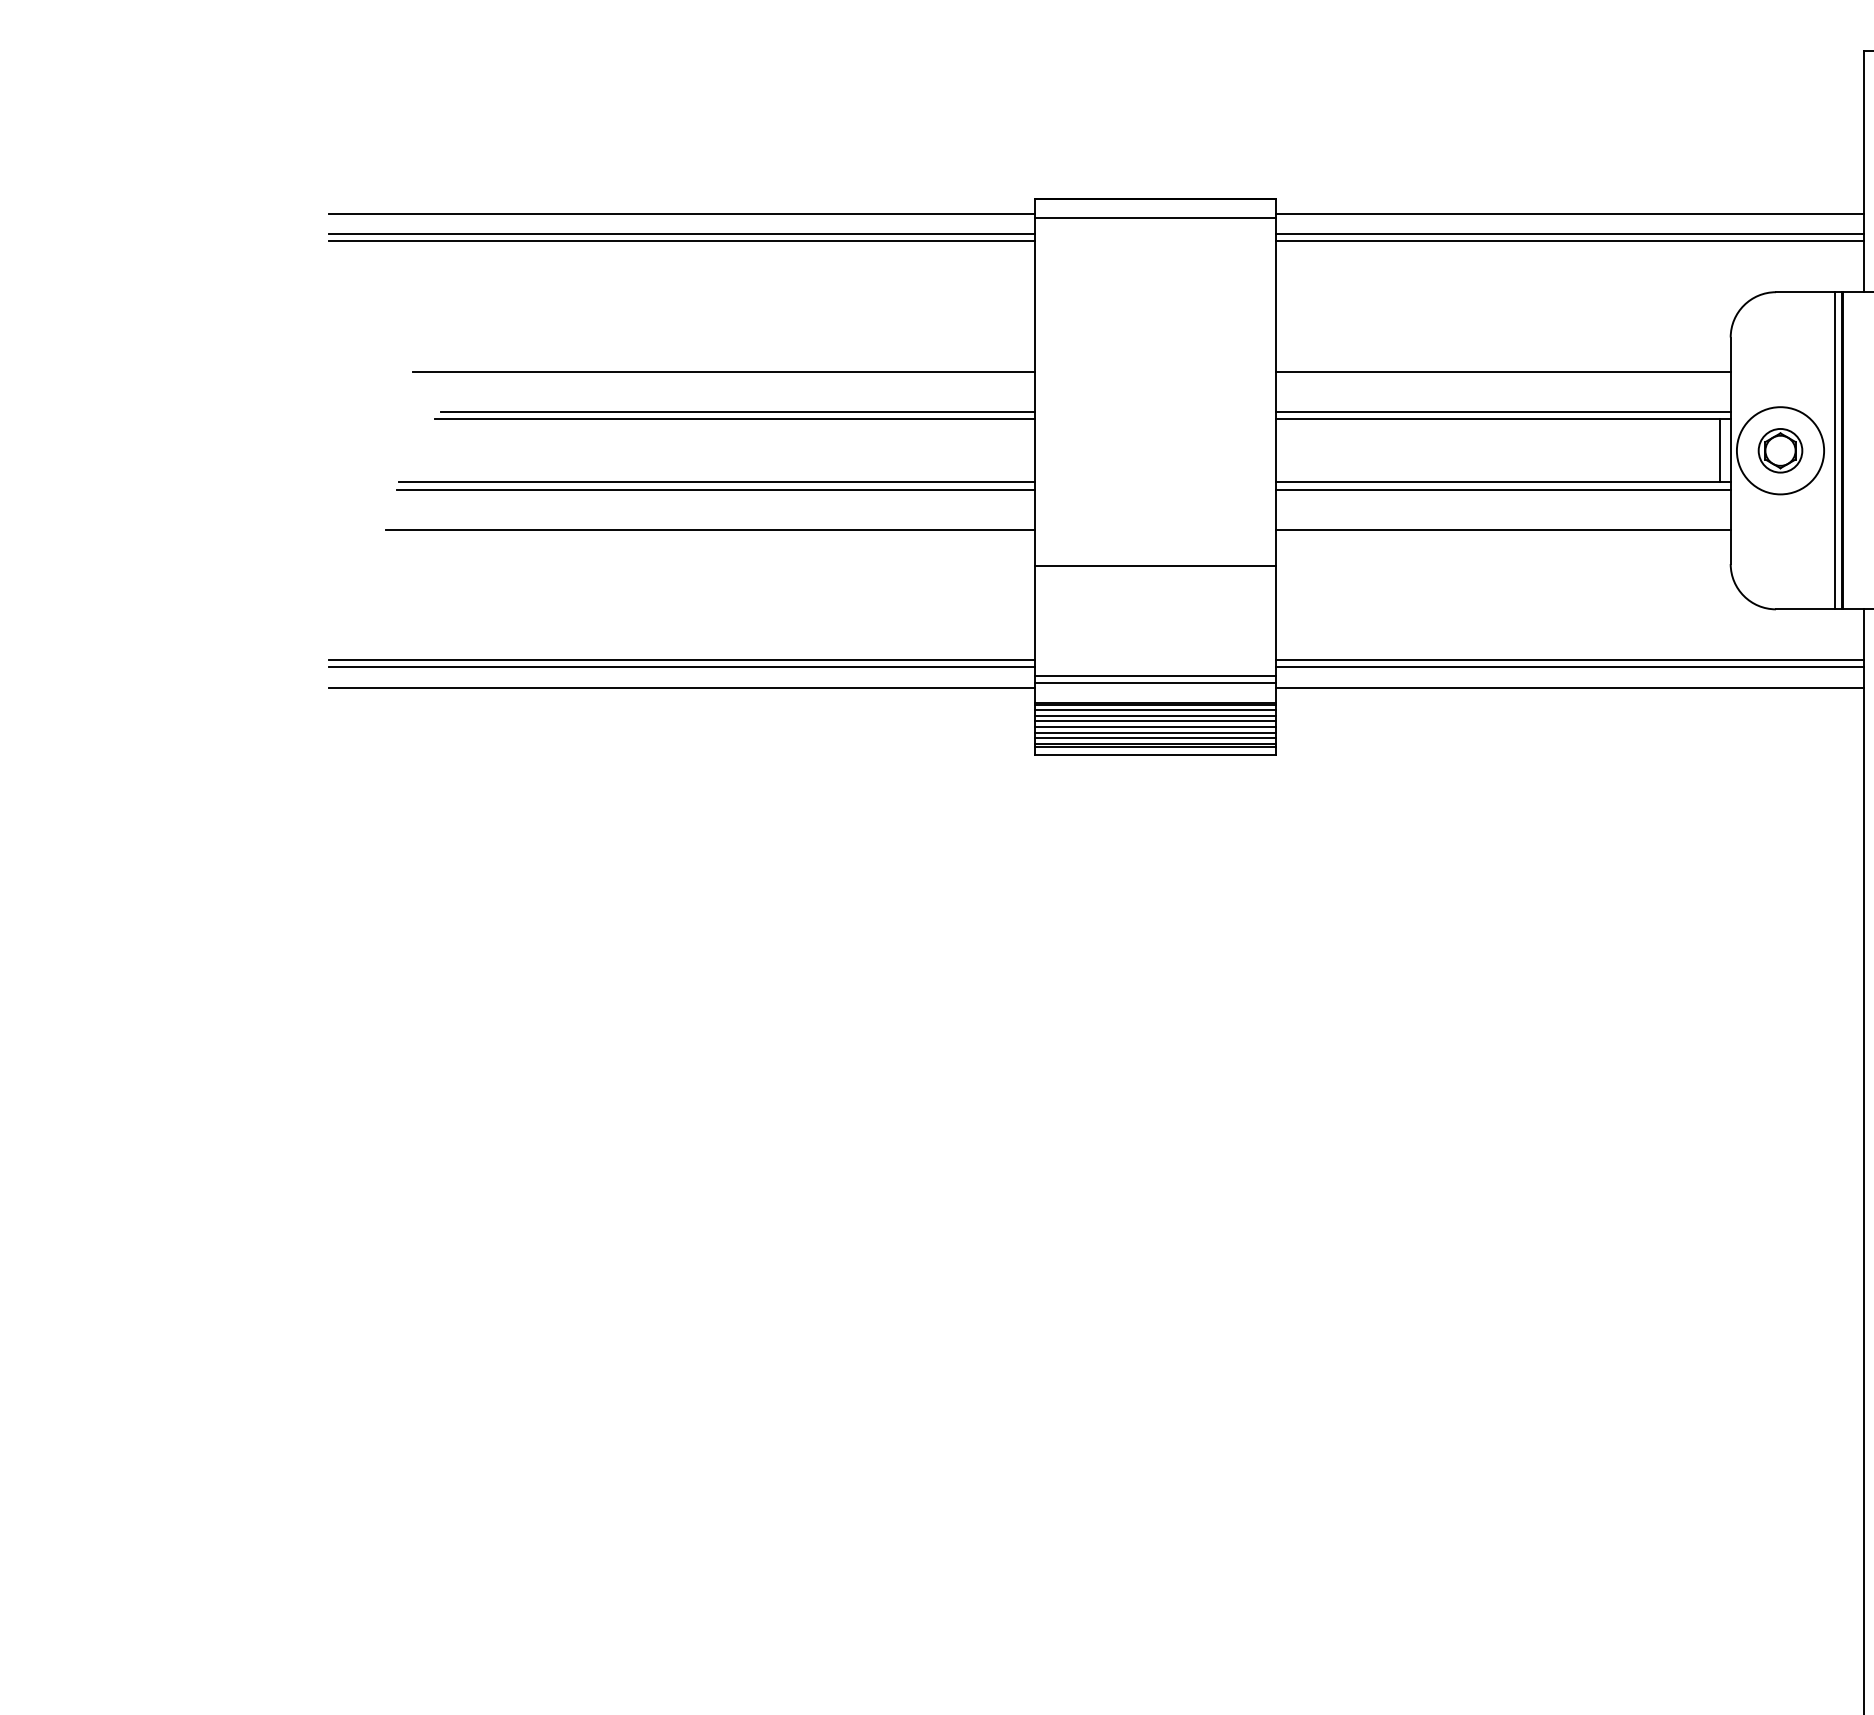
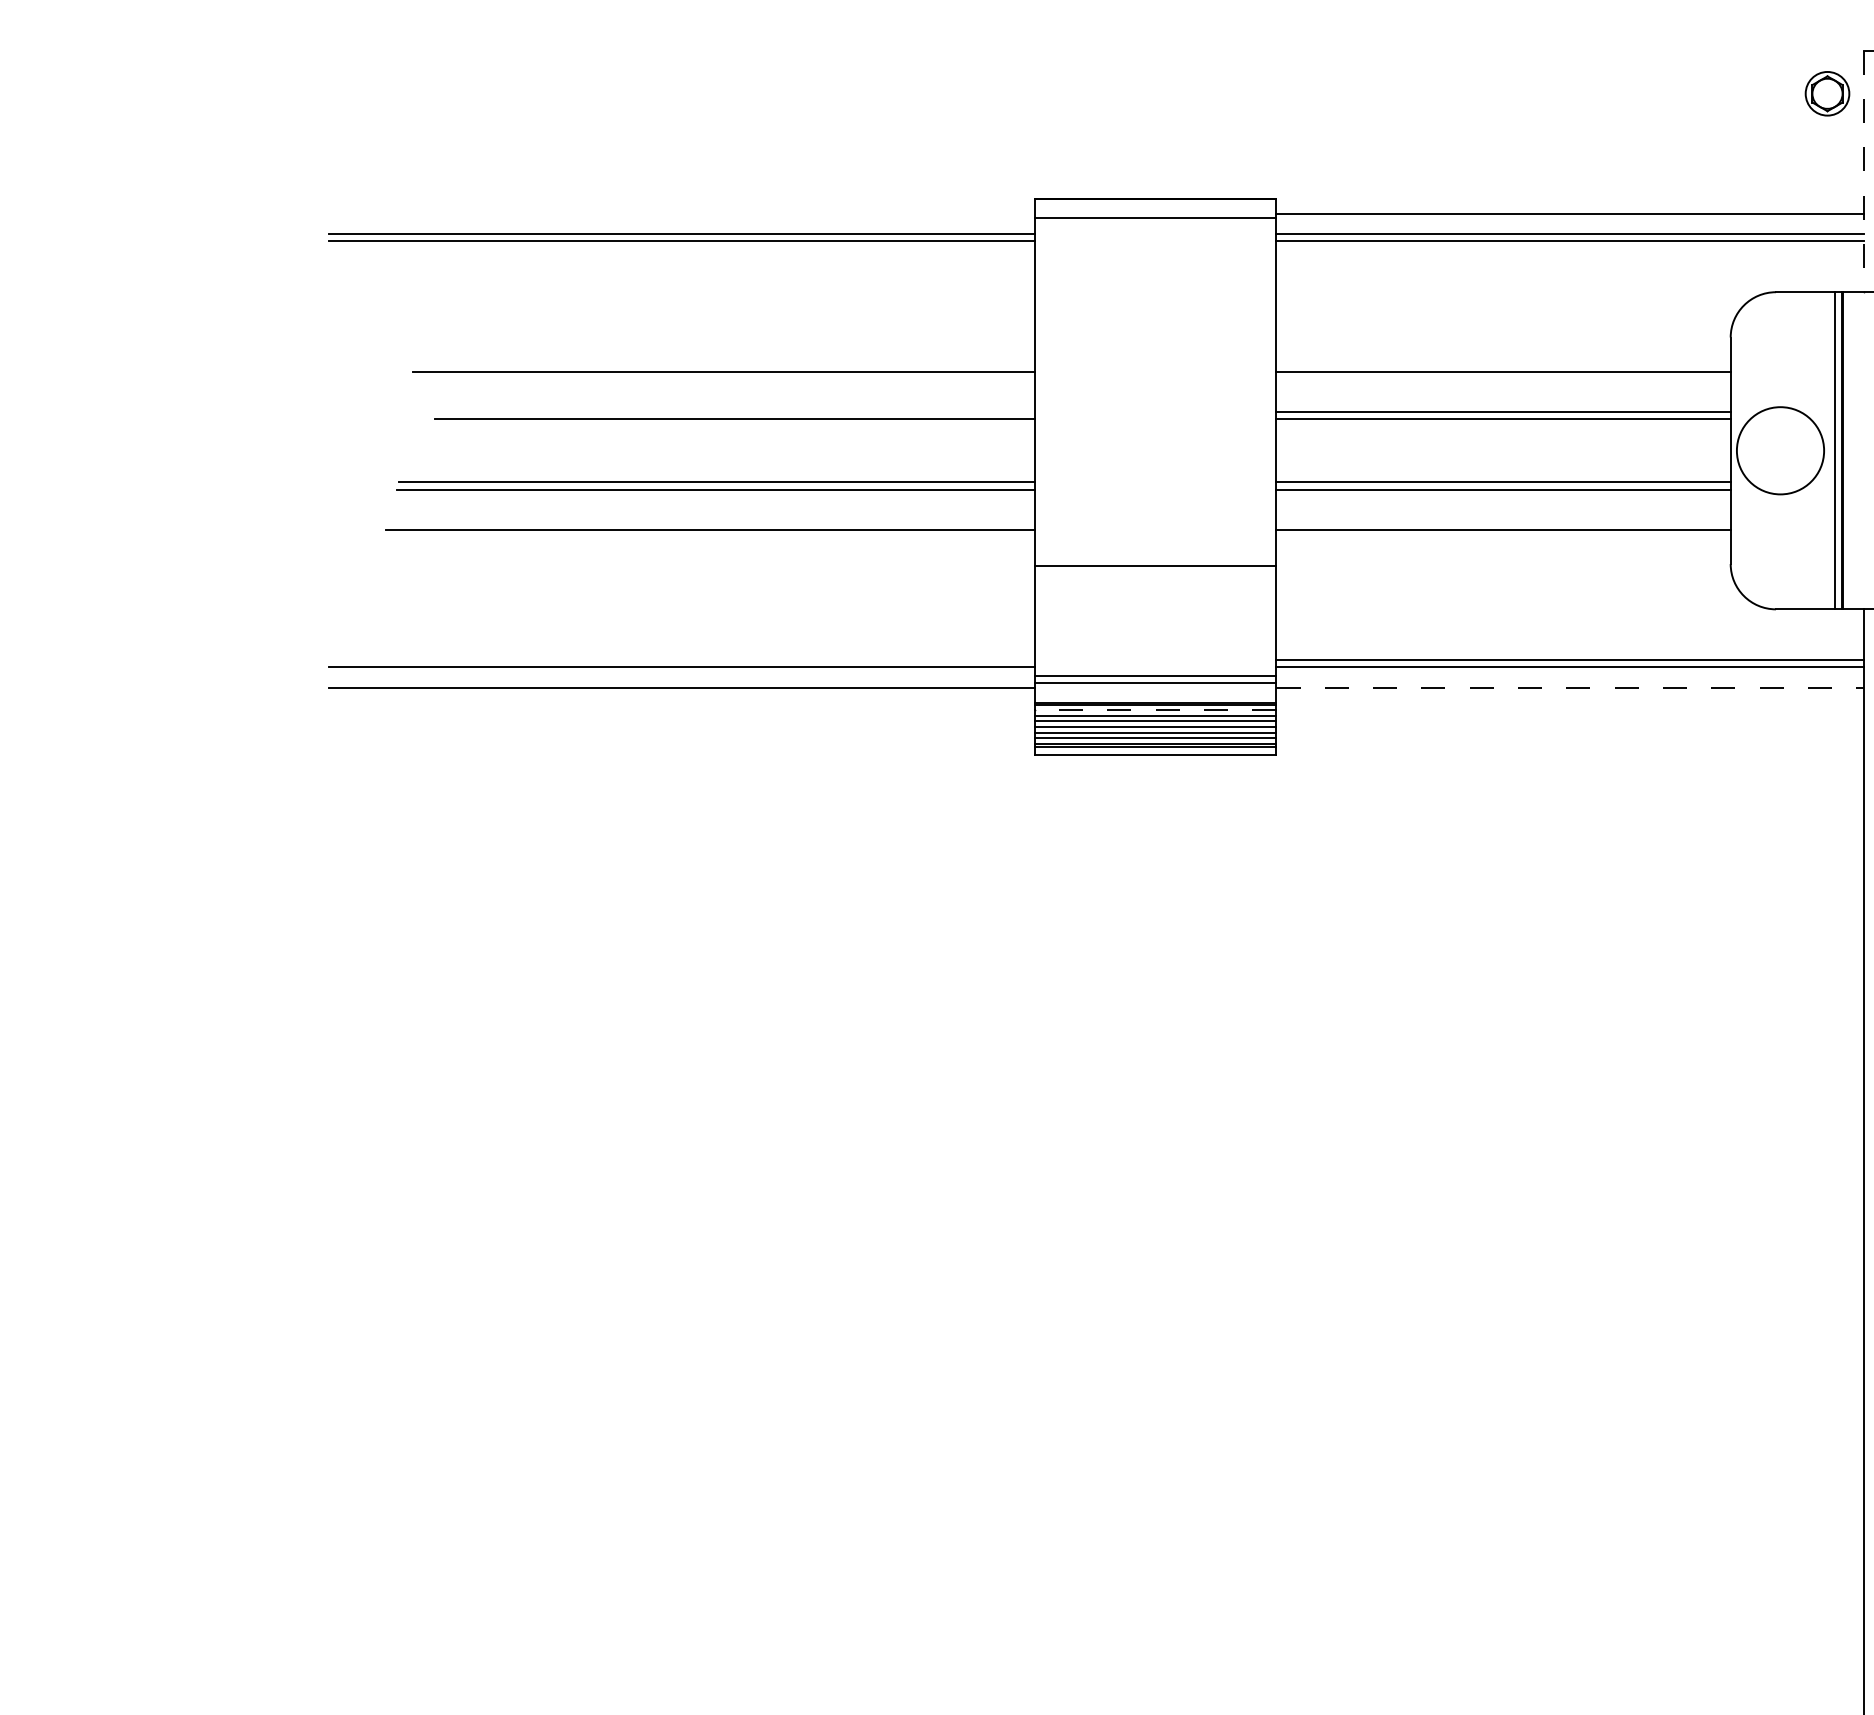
line at (1863, 171): solid -> dashed
line at (681, 213): present -> none
line at (737, 411): present -> none
line at (1720, 450): present -> none
part at (1780, 450) position: (1780, 450) -> (1827, 93)
line at (681, 660): present -> none
line at (1569, 687): solid -> dashed
line at (1155, 710): solid -> dashed
